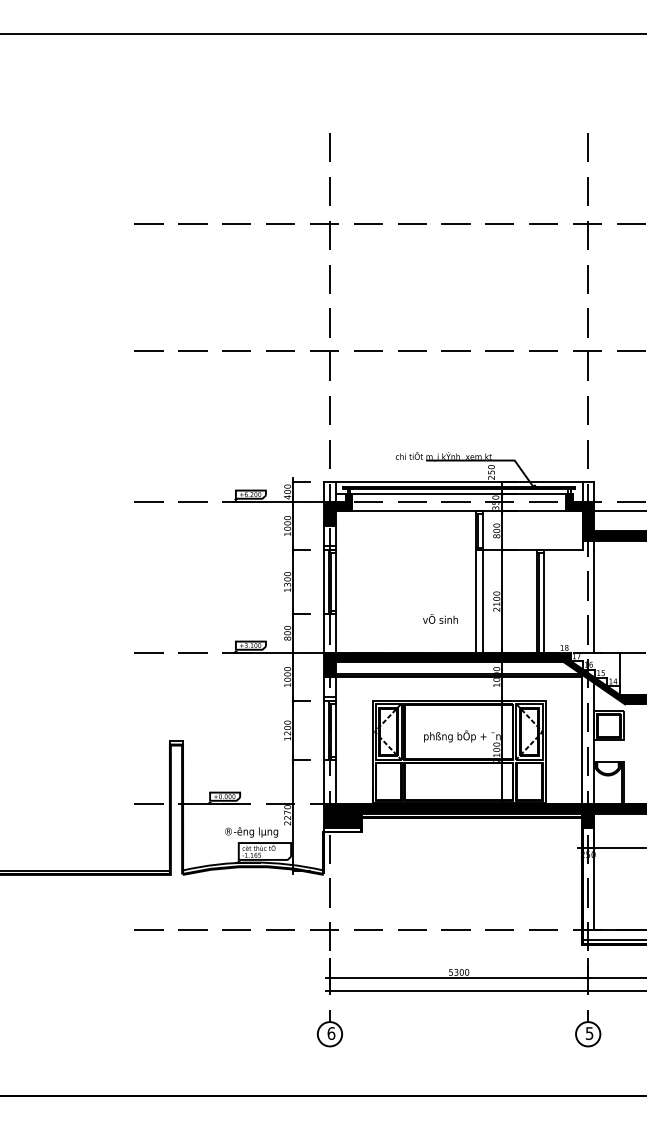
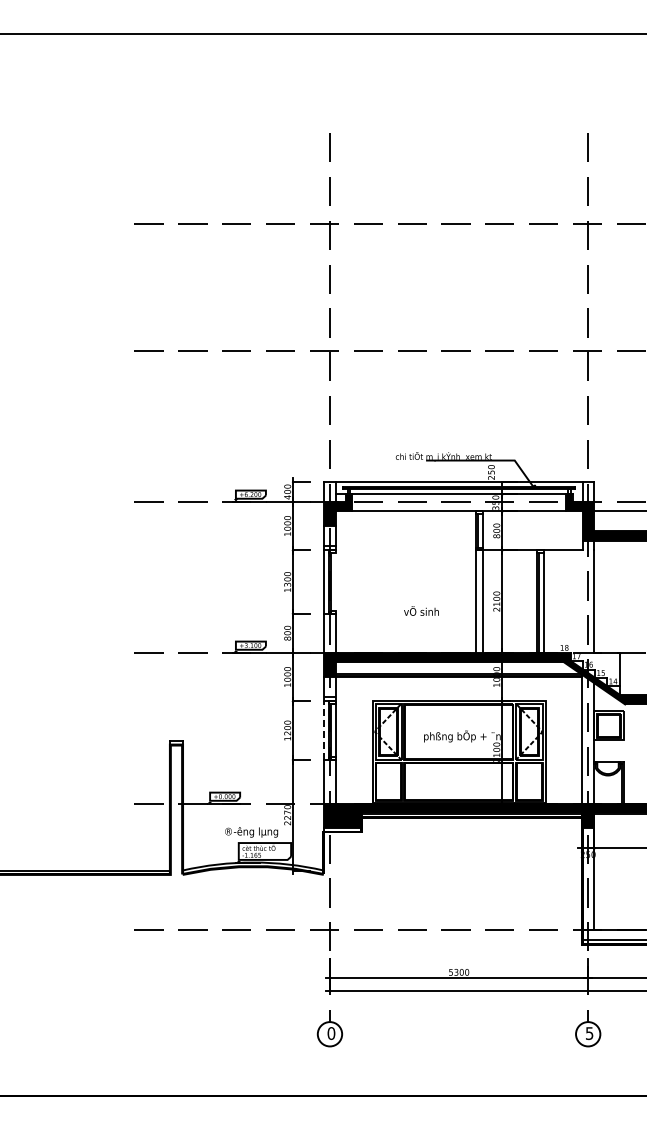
line at (336, 581): present -> none
text at (440, 618) position: (440, 618) -> (421, 610)
line at (323, 730): solid -> dashed
text at (331, 1033): 6 -> 0
